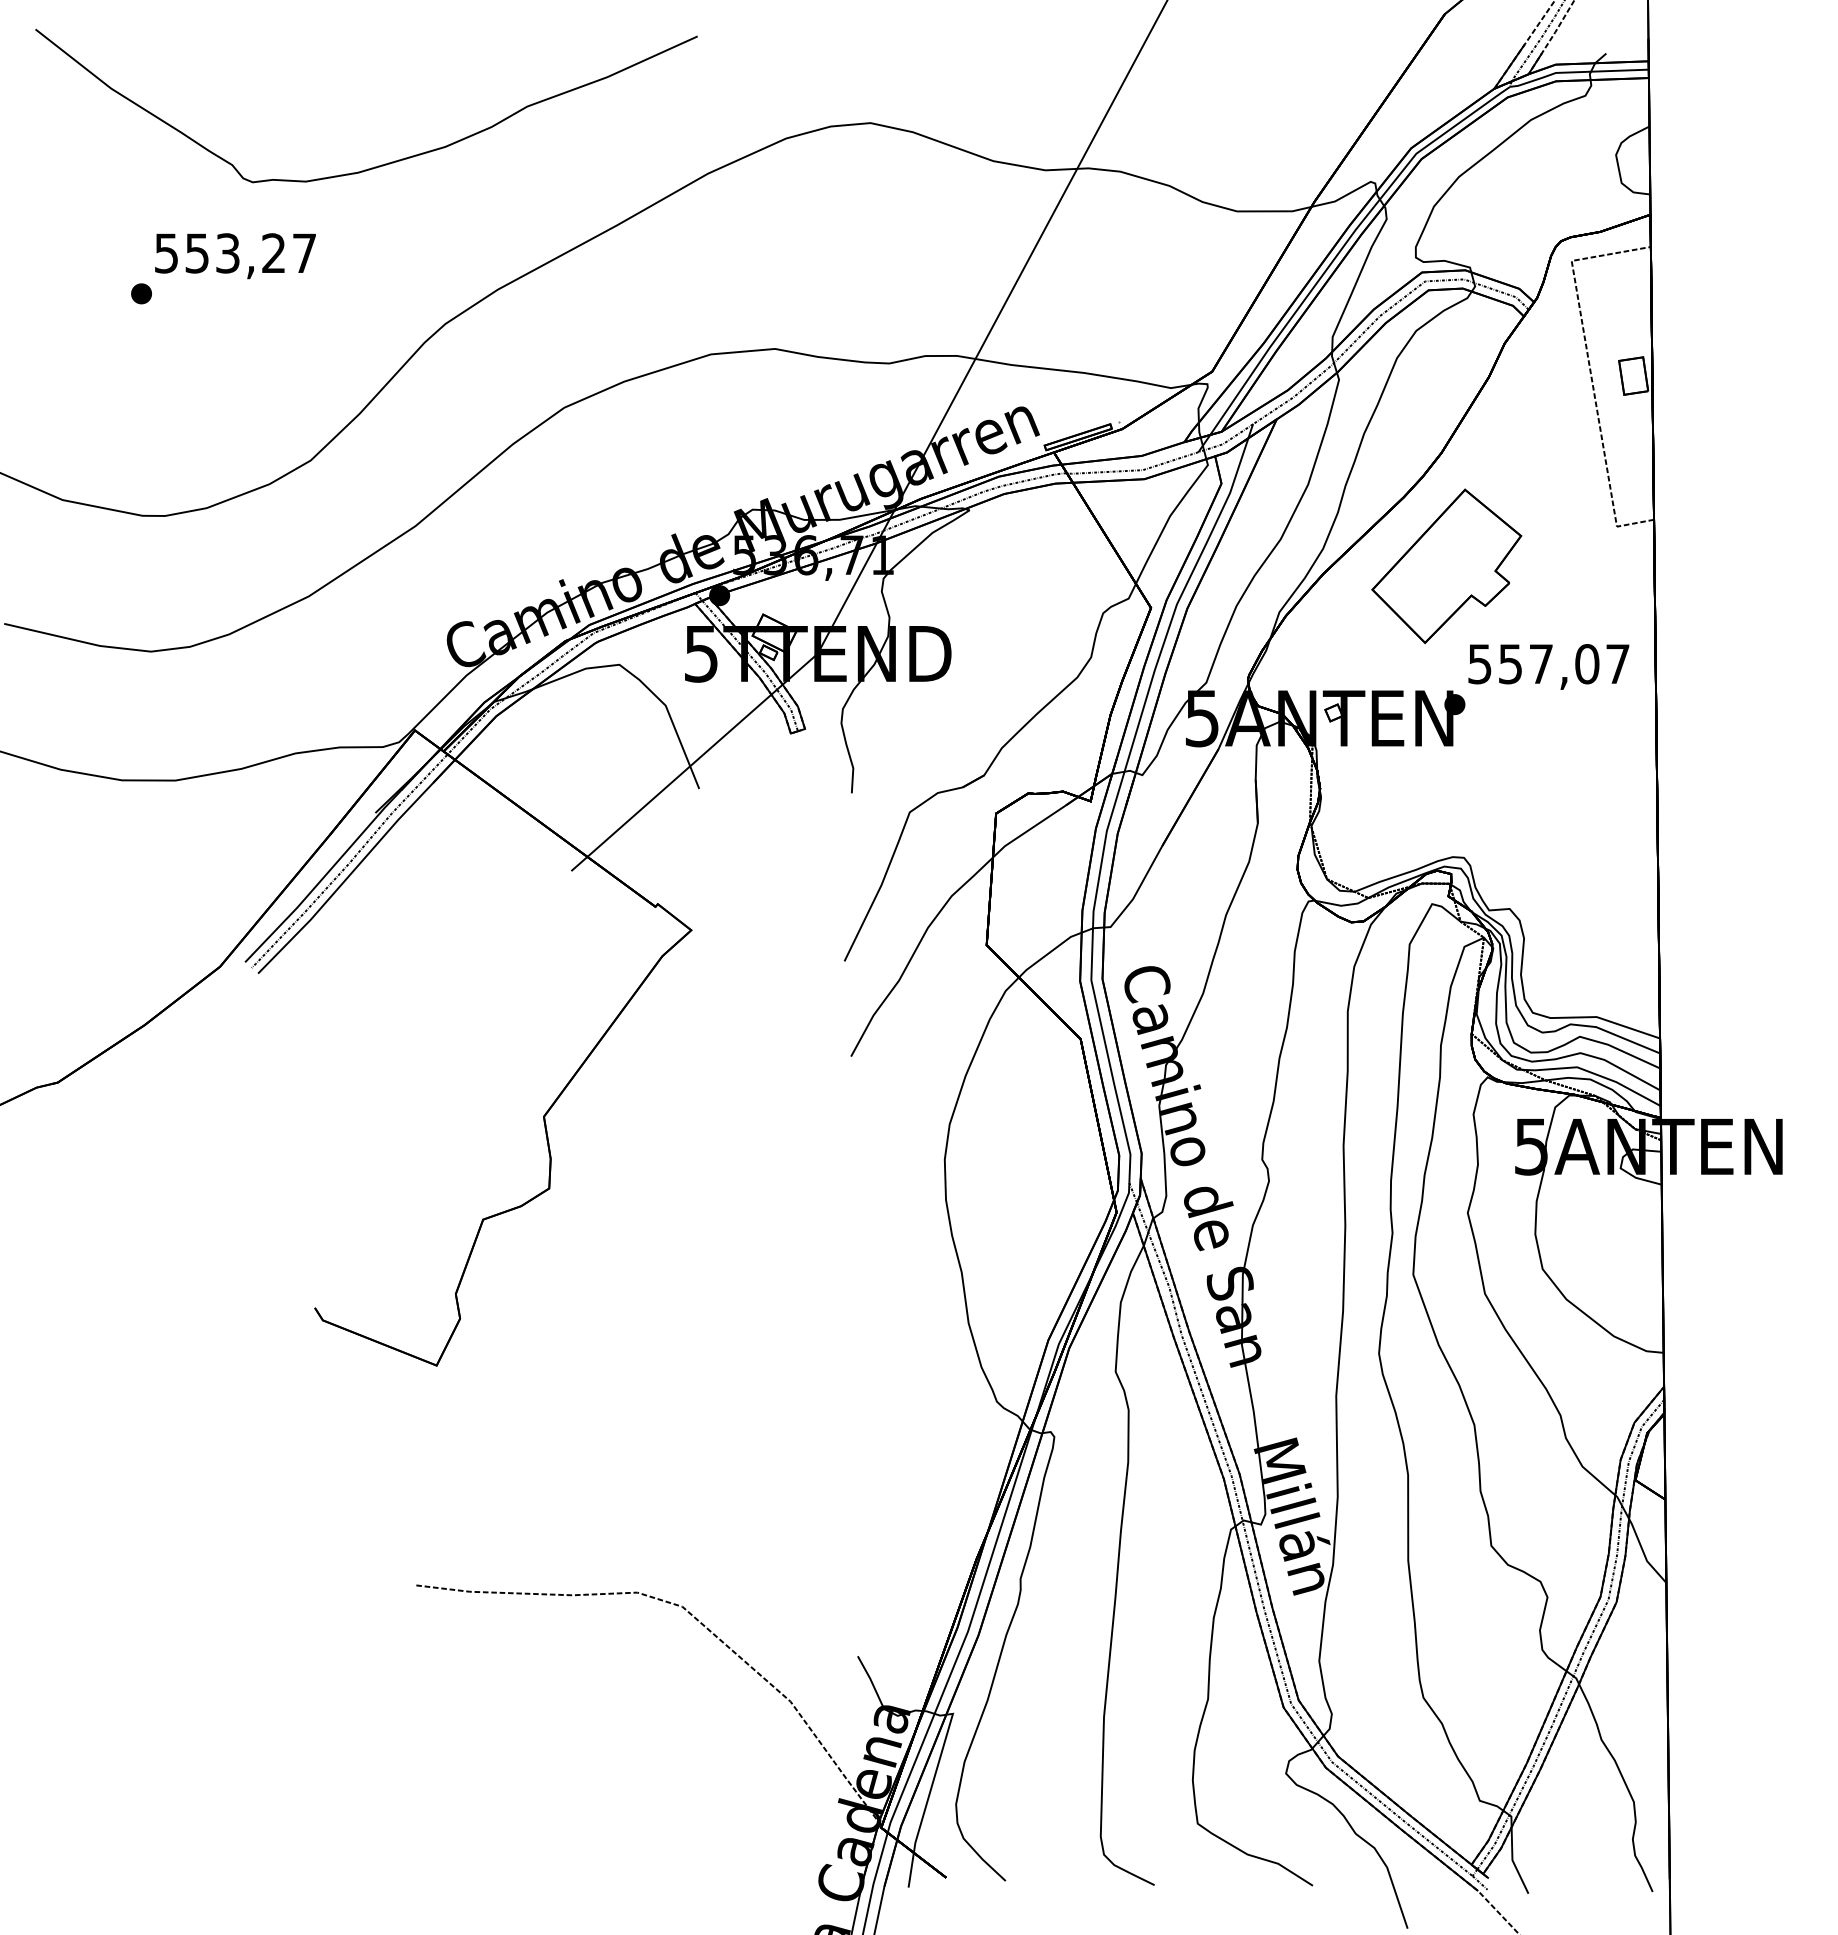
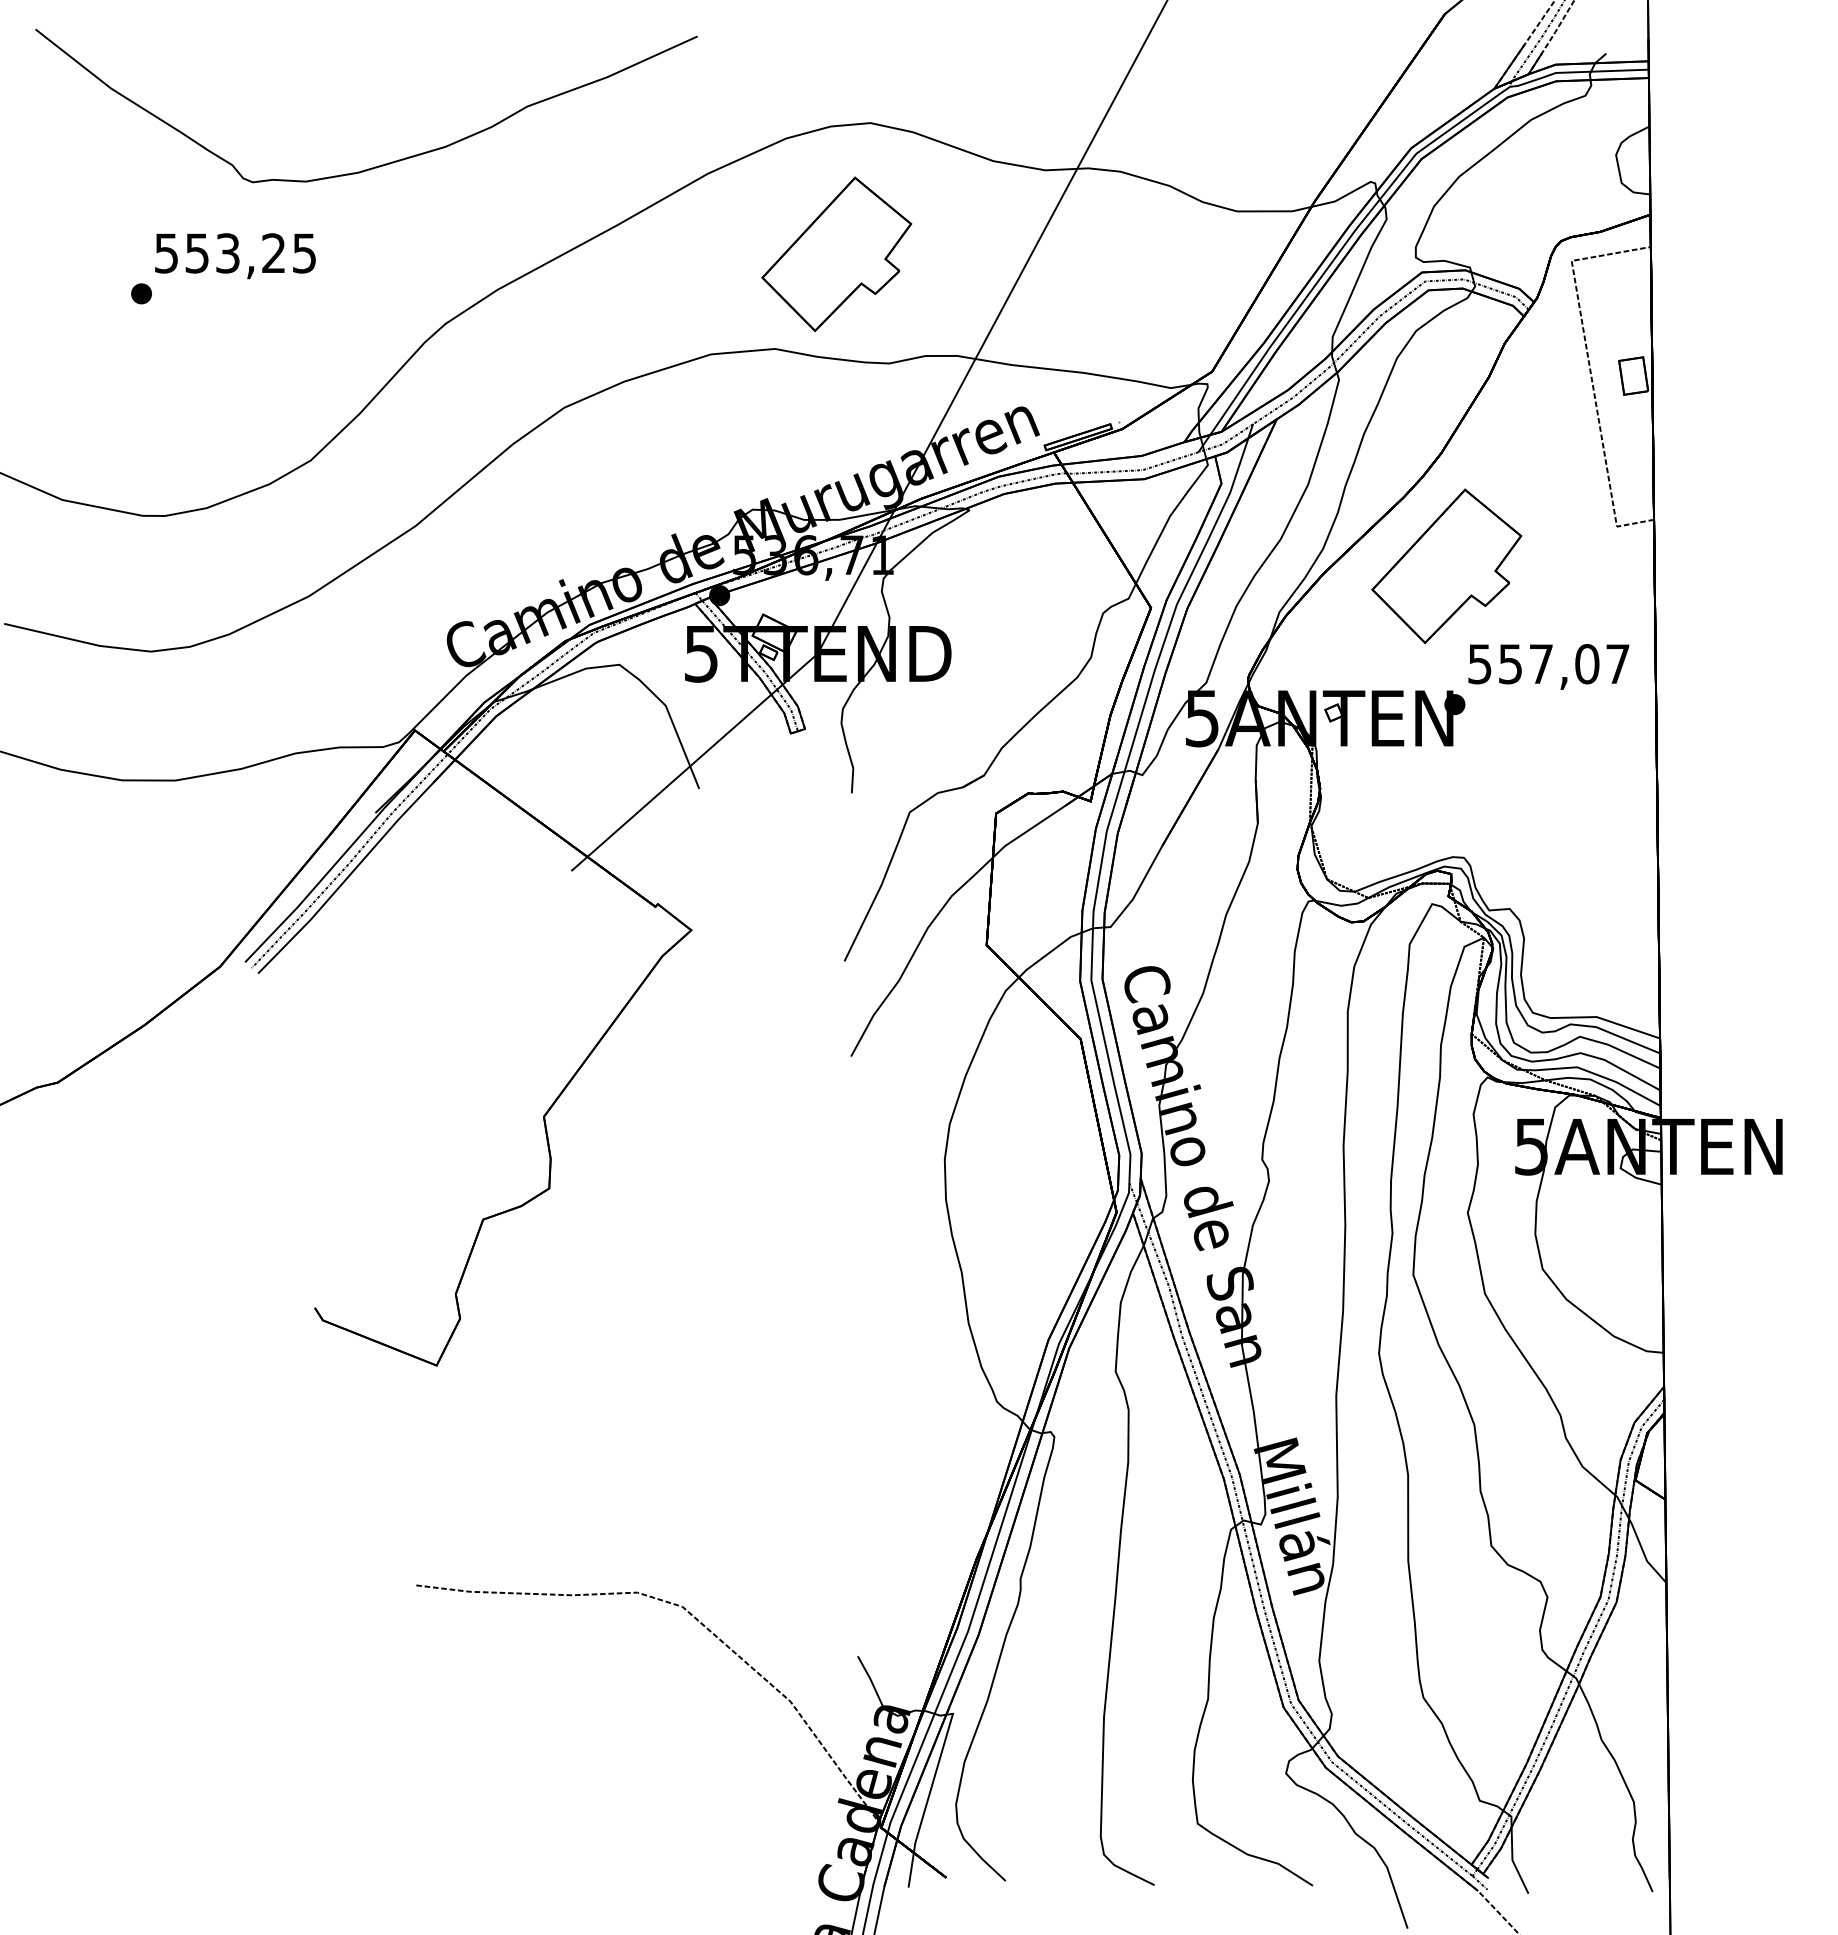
text at (304, 253): 553,27 -> 553,25
part at (836, 253): none -> present
